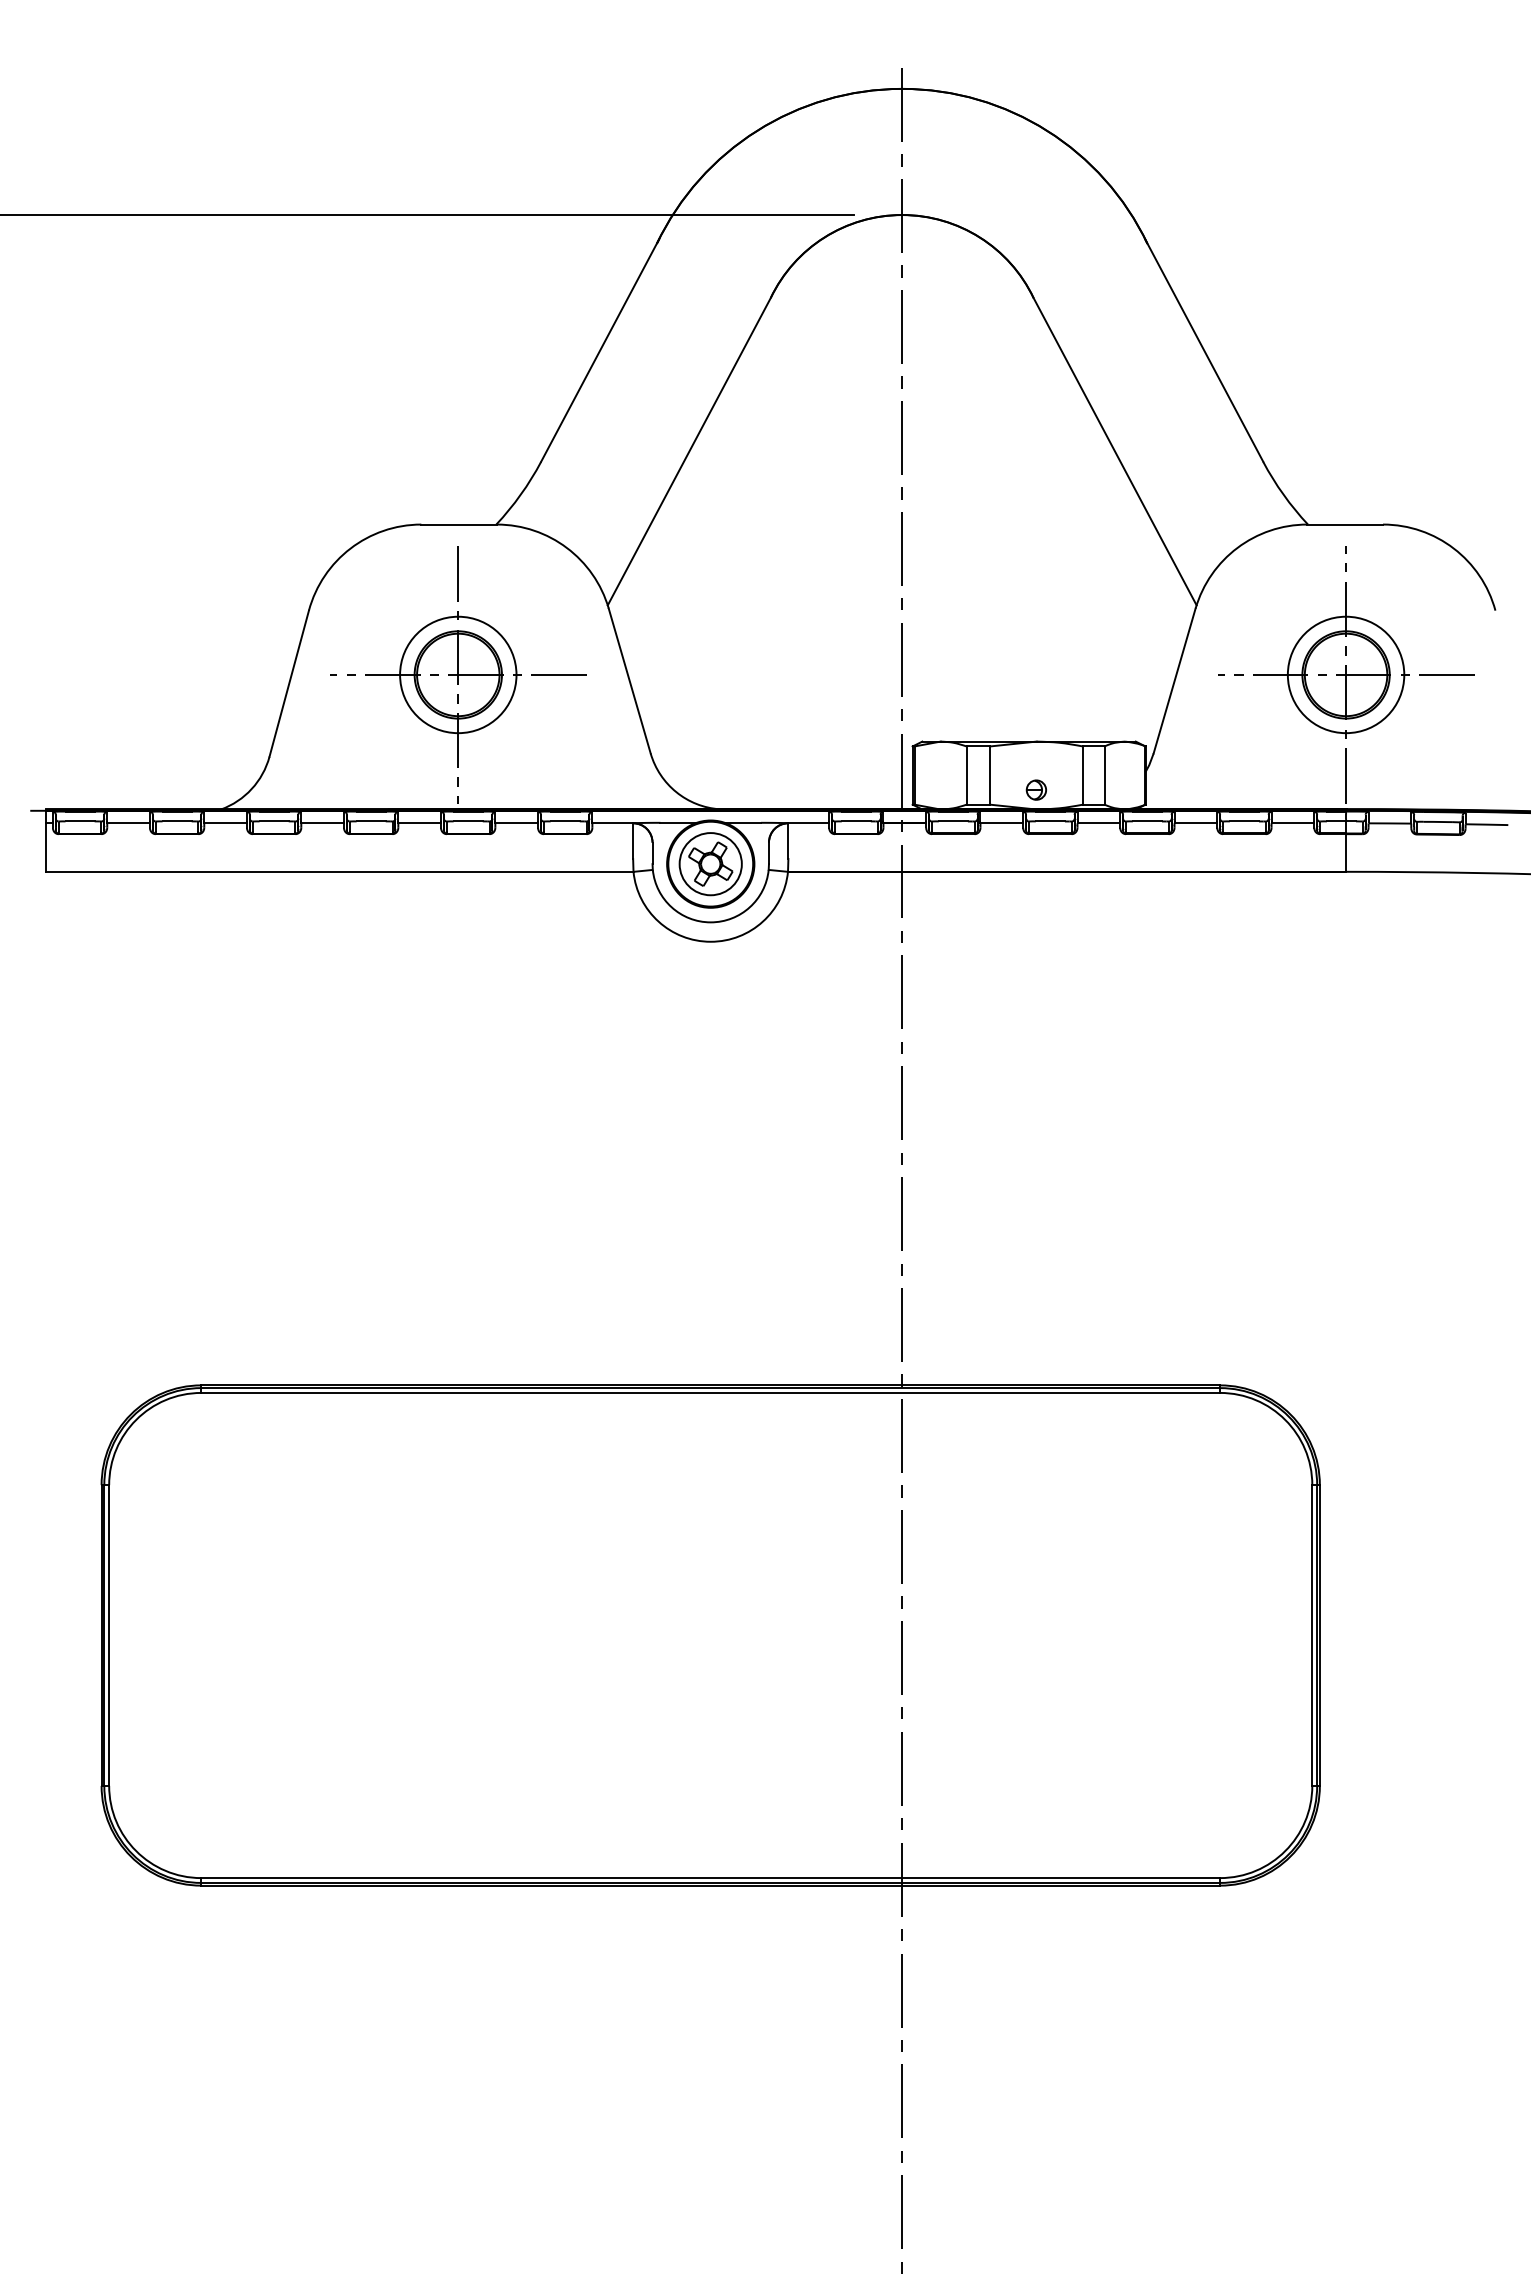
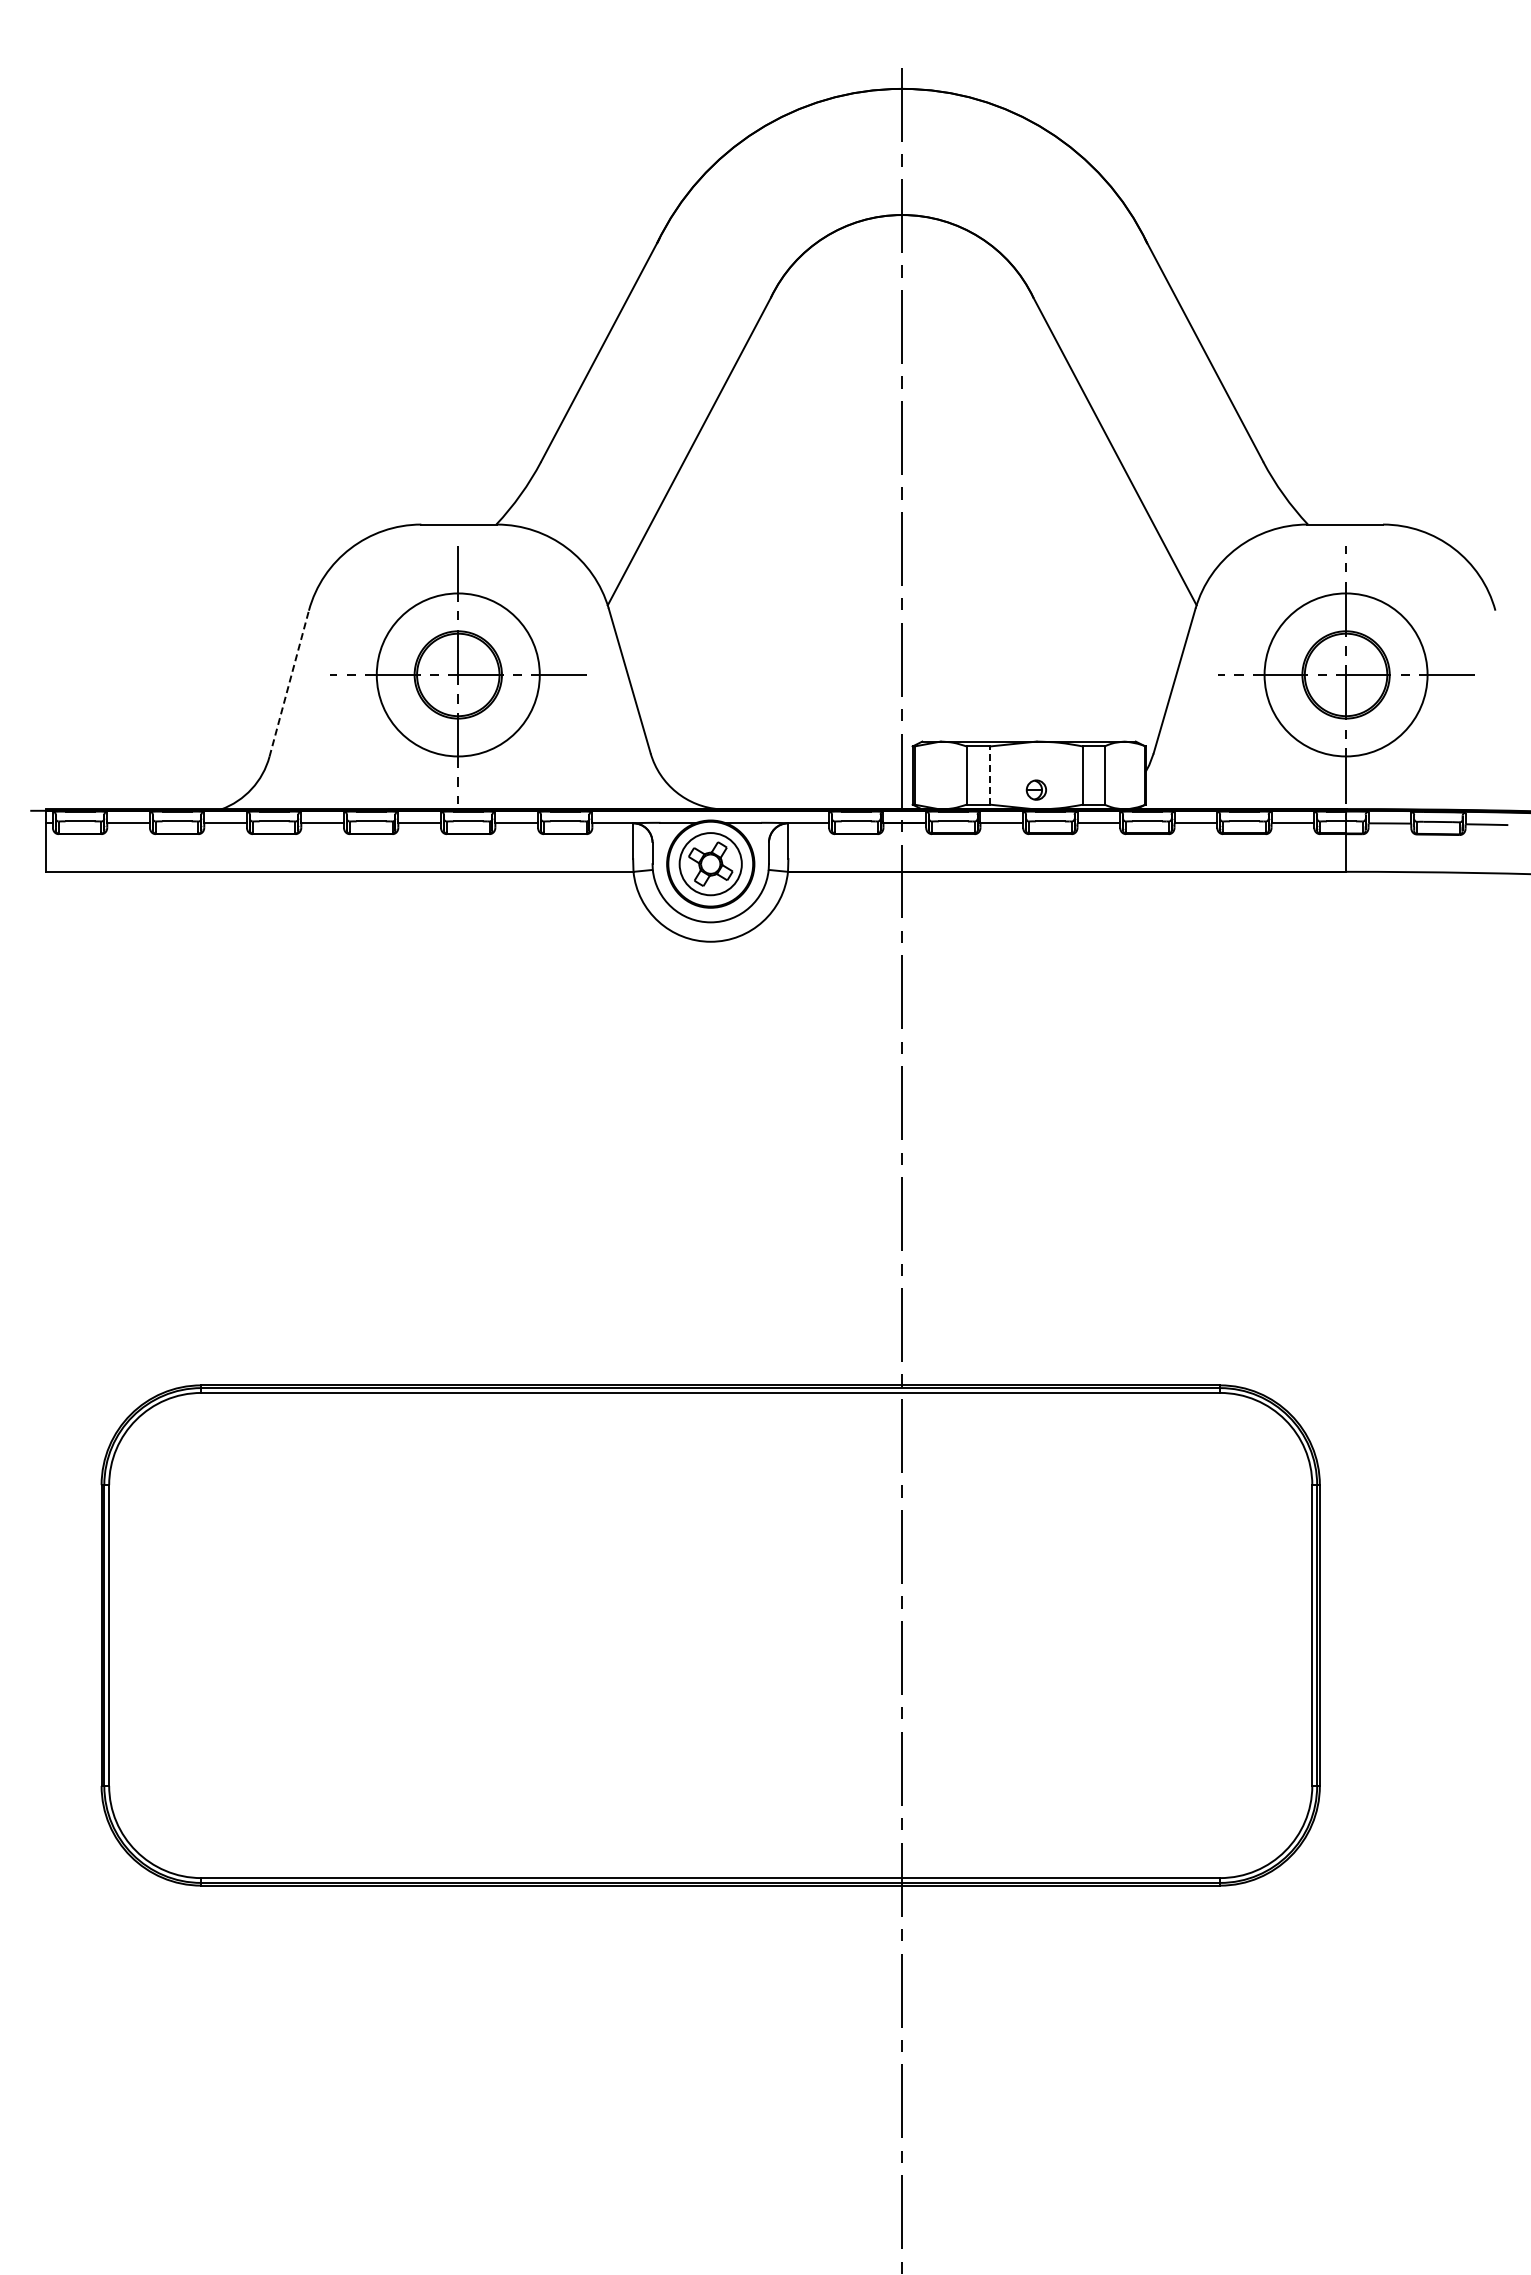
line at (427, 215): present -> none
circle at (458, 674) diameter: 116 px -> 163 px
circle at (1345, 674) diameter: 116 px -> 163 px
line at (289, 683): solid -> dashed
line at (990, 775): solid -> dashed
